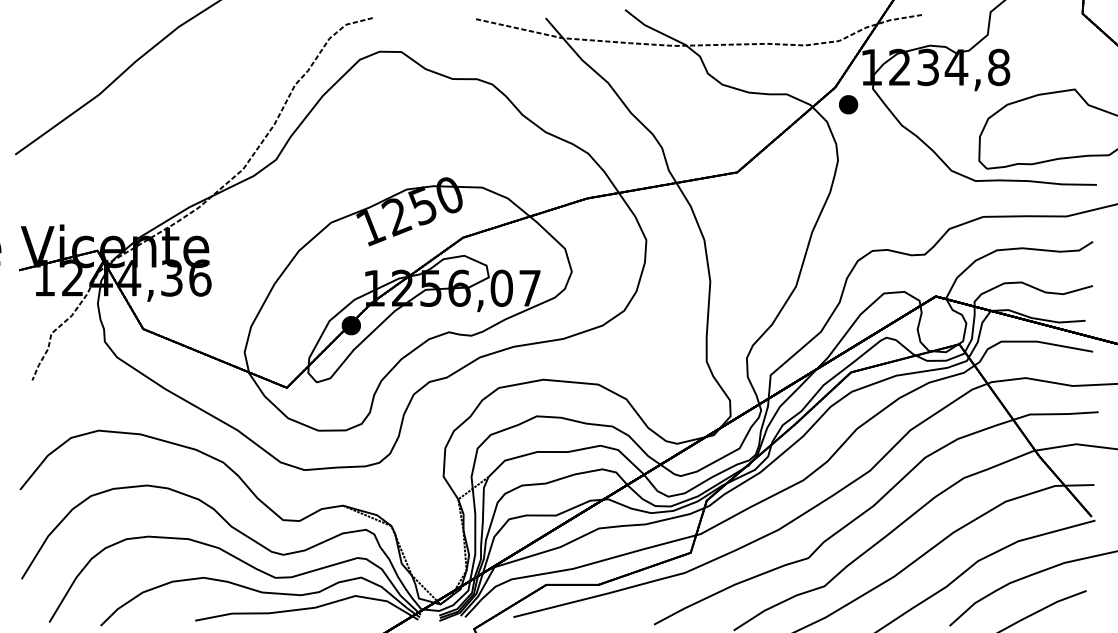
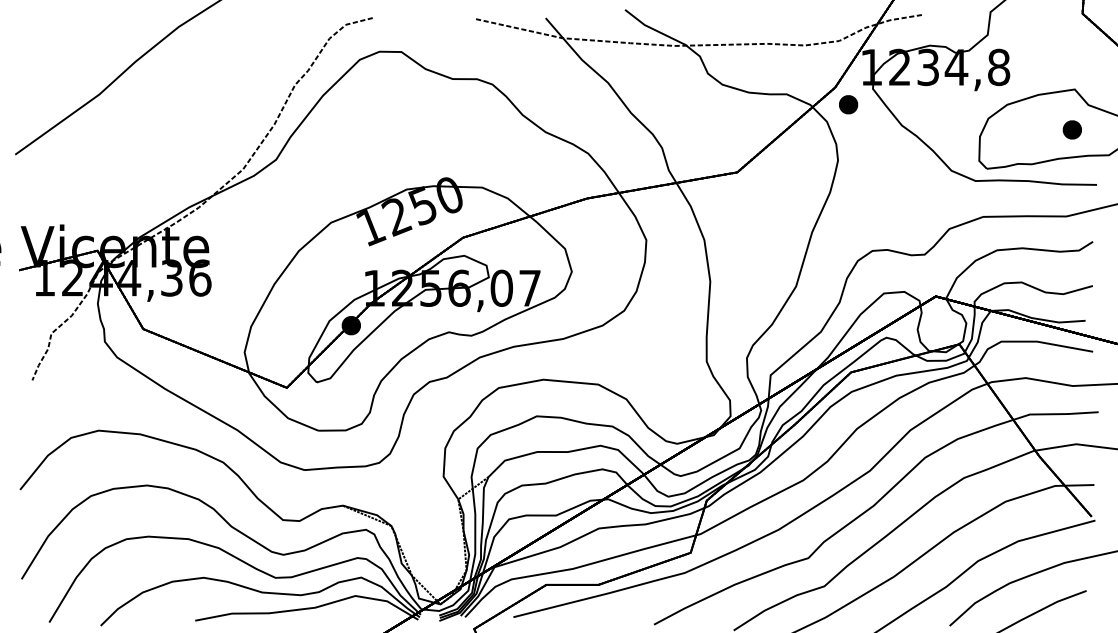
part at (1071, 129): none -> present
